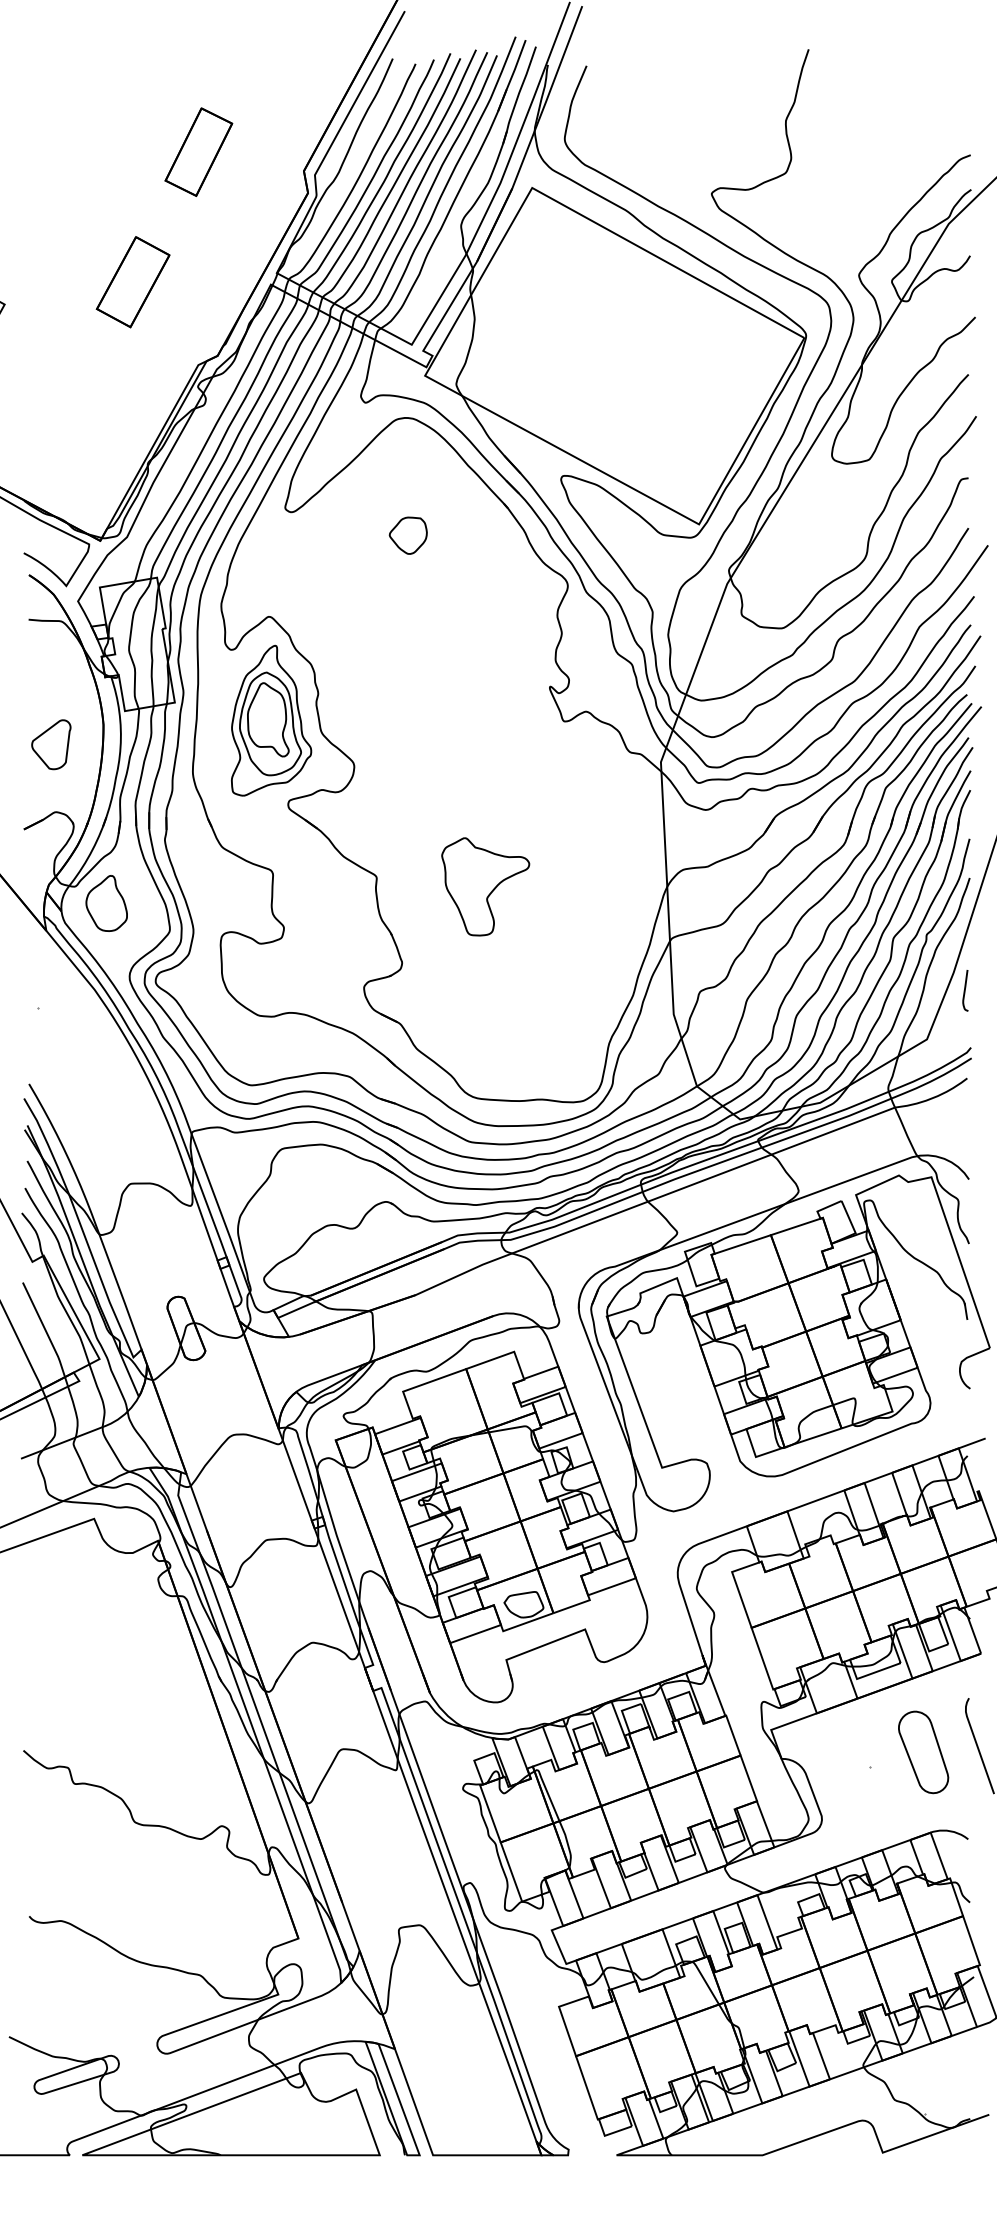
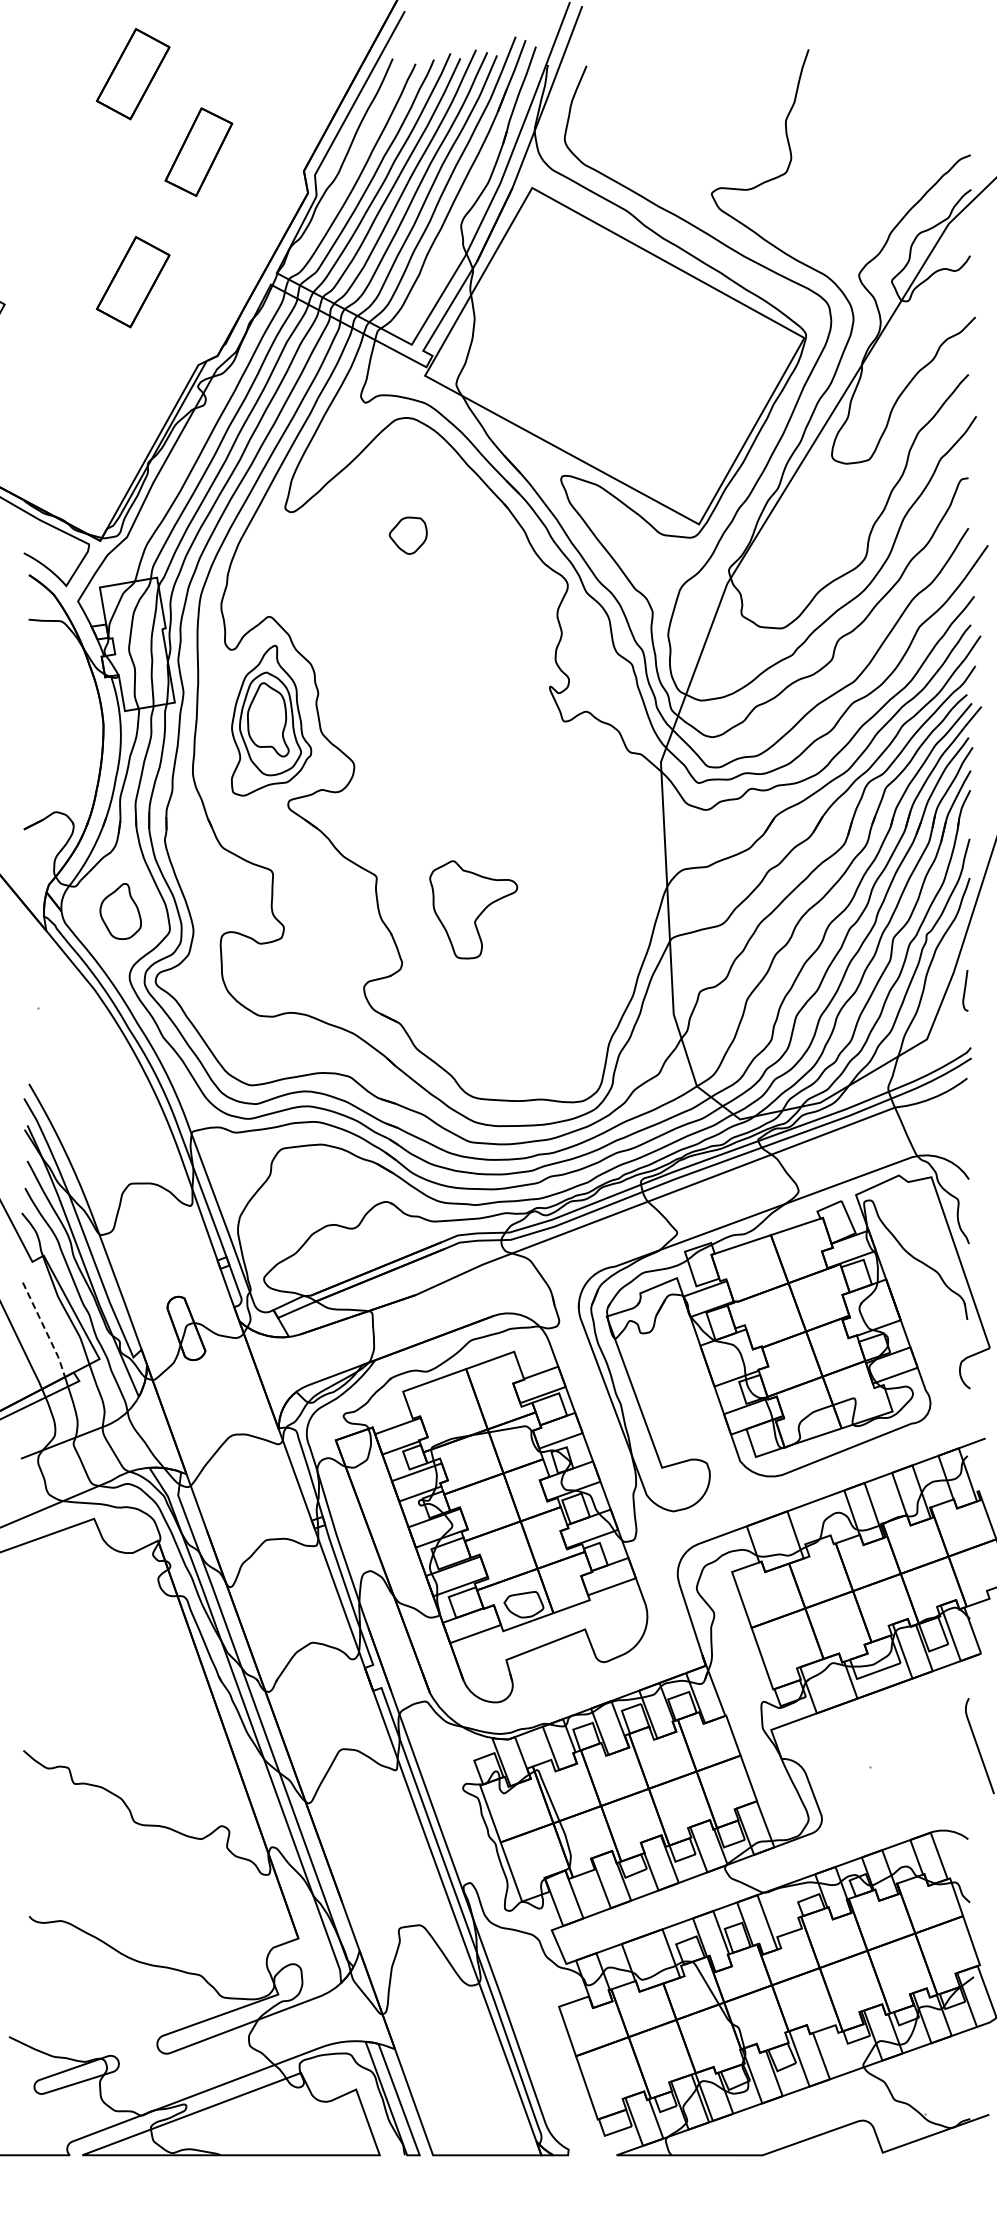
part at (132, 74): none -> present
part at (51, 744): present -> none
part at (485, 886) position: (485, 886) -> (473, 909)
part at (106, 903) position: (106, 903) -> (120, 911)
line at (45, 1330): solid -> dashed
part at (923, 1752): present -> none
